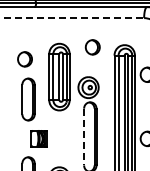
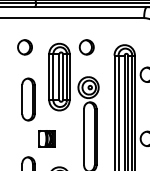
line at (72, 18): dashed -> solid
part at (92, 47) position: (92, 47) -> (86, 47)
part at (24, 59) position: (24, 59) -> (24, 47)
line at (84, 137): dashed -> solid
part at (38, 138) position: (38, 138) -> (46, 138)
